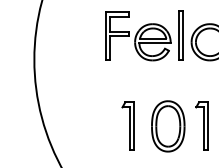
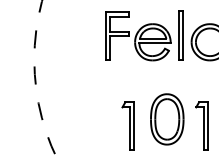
arc at (35, 86): solid -> dashed
part at (168, 126) position: (168, 126) -> (167, 119)
